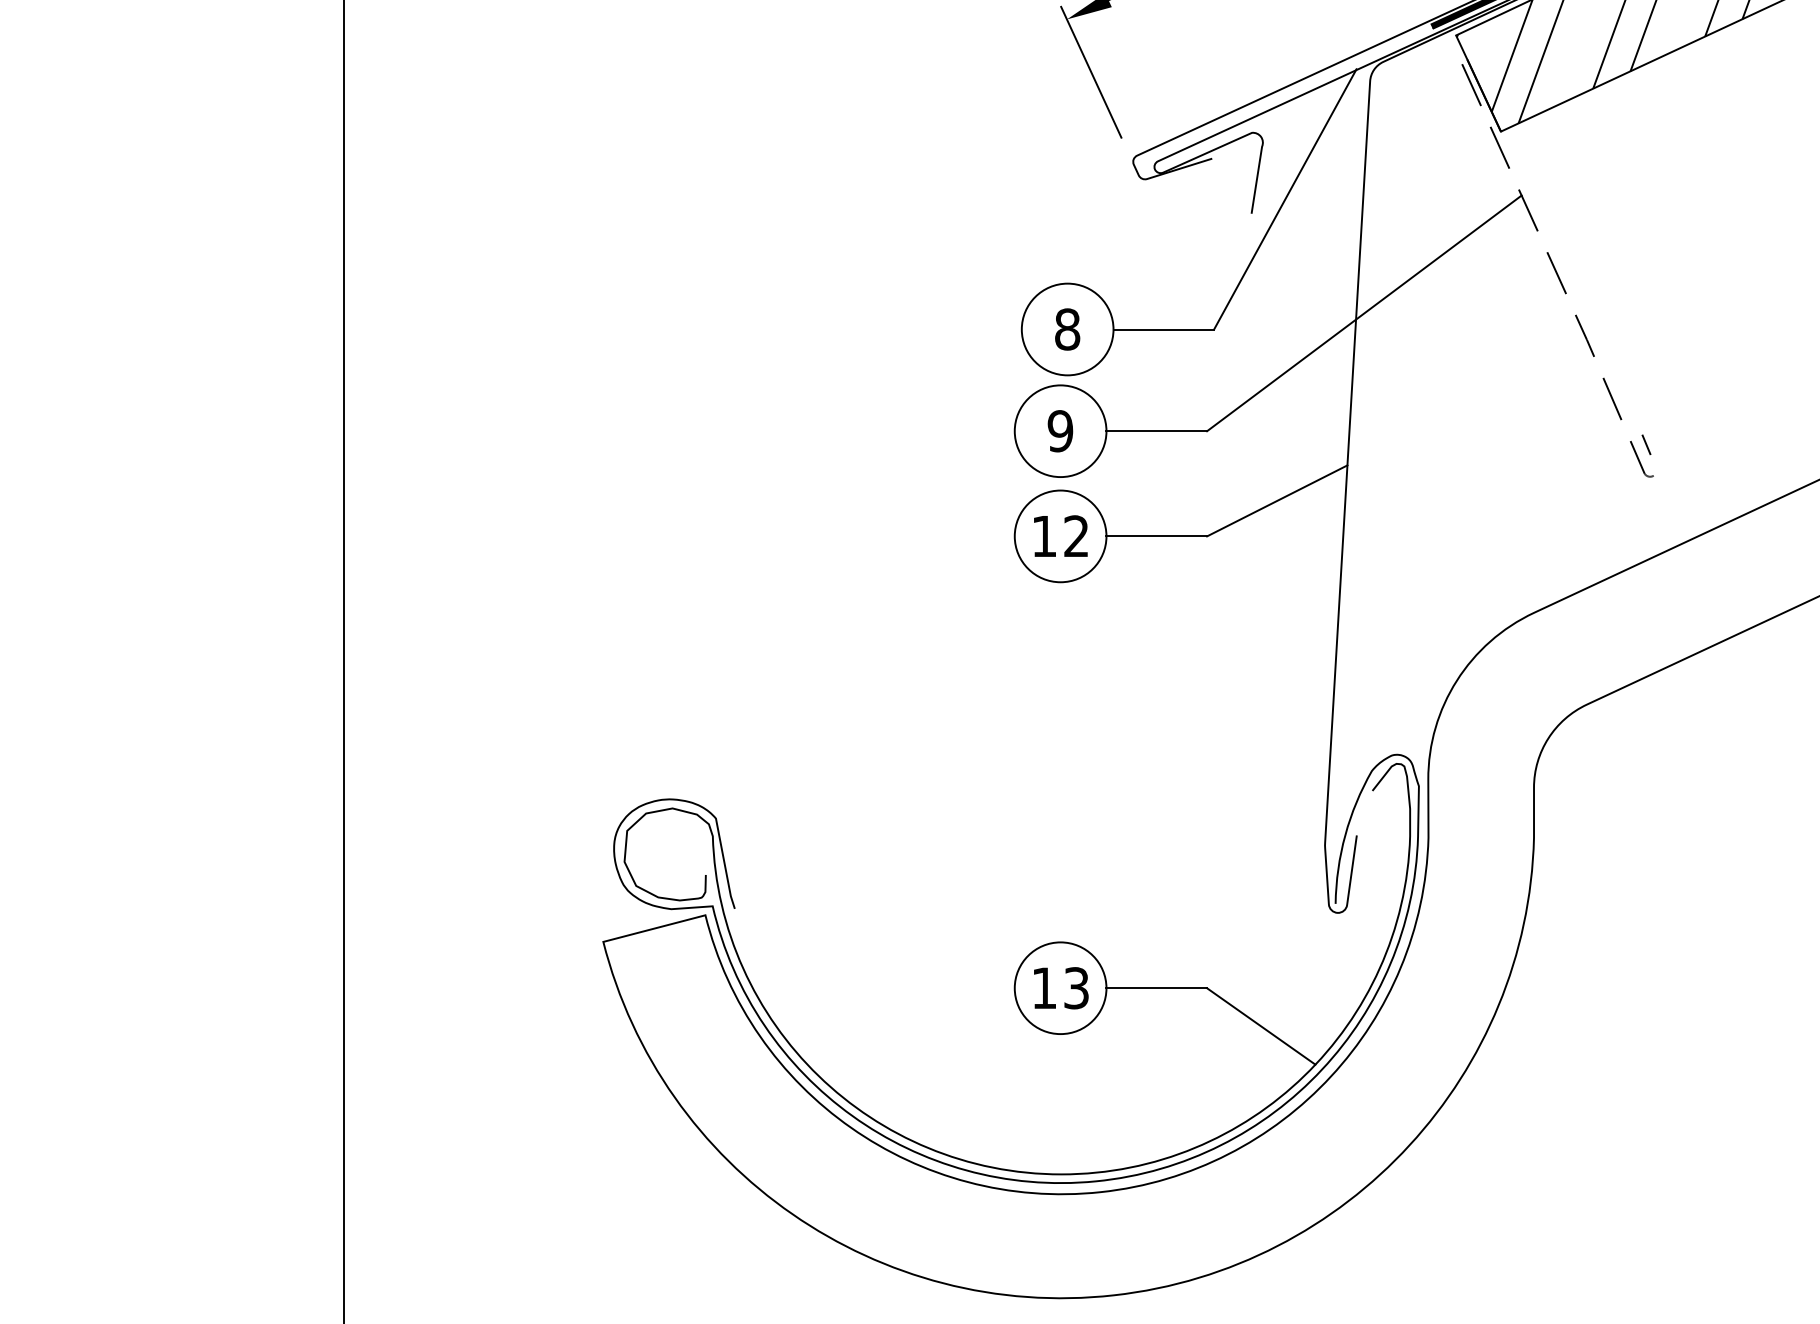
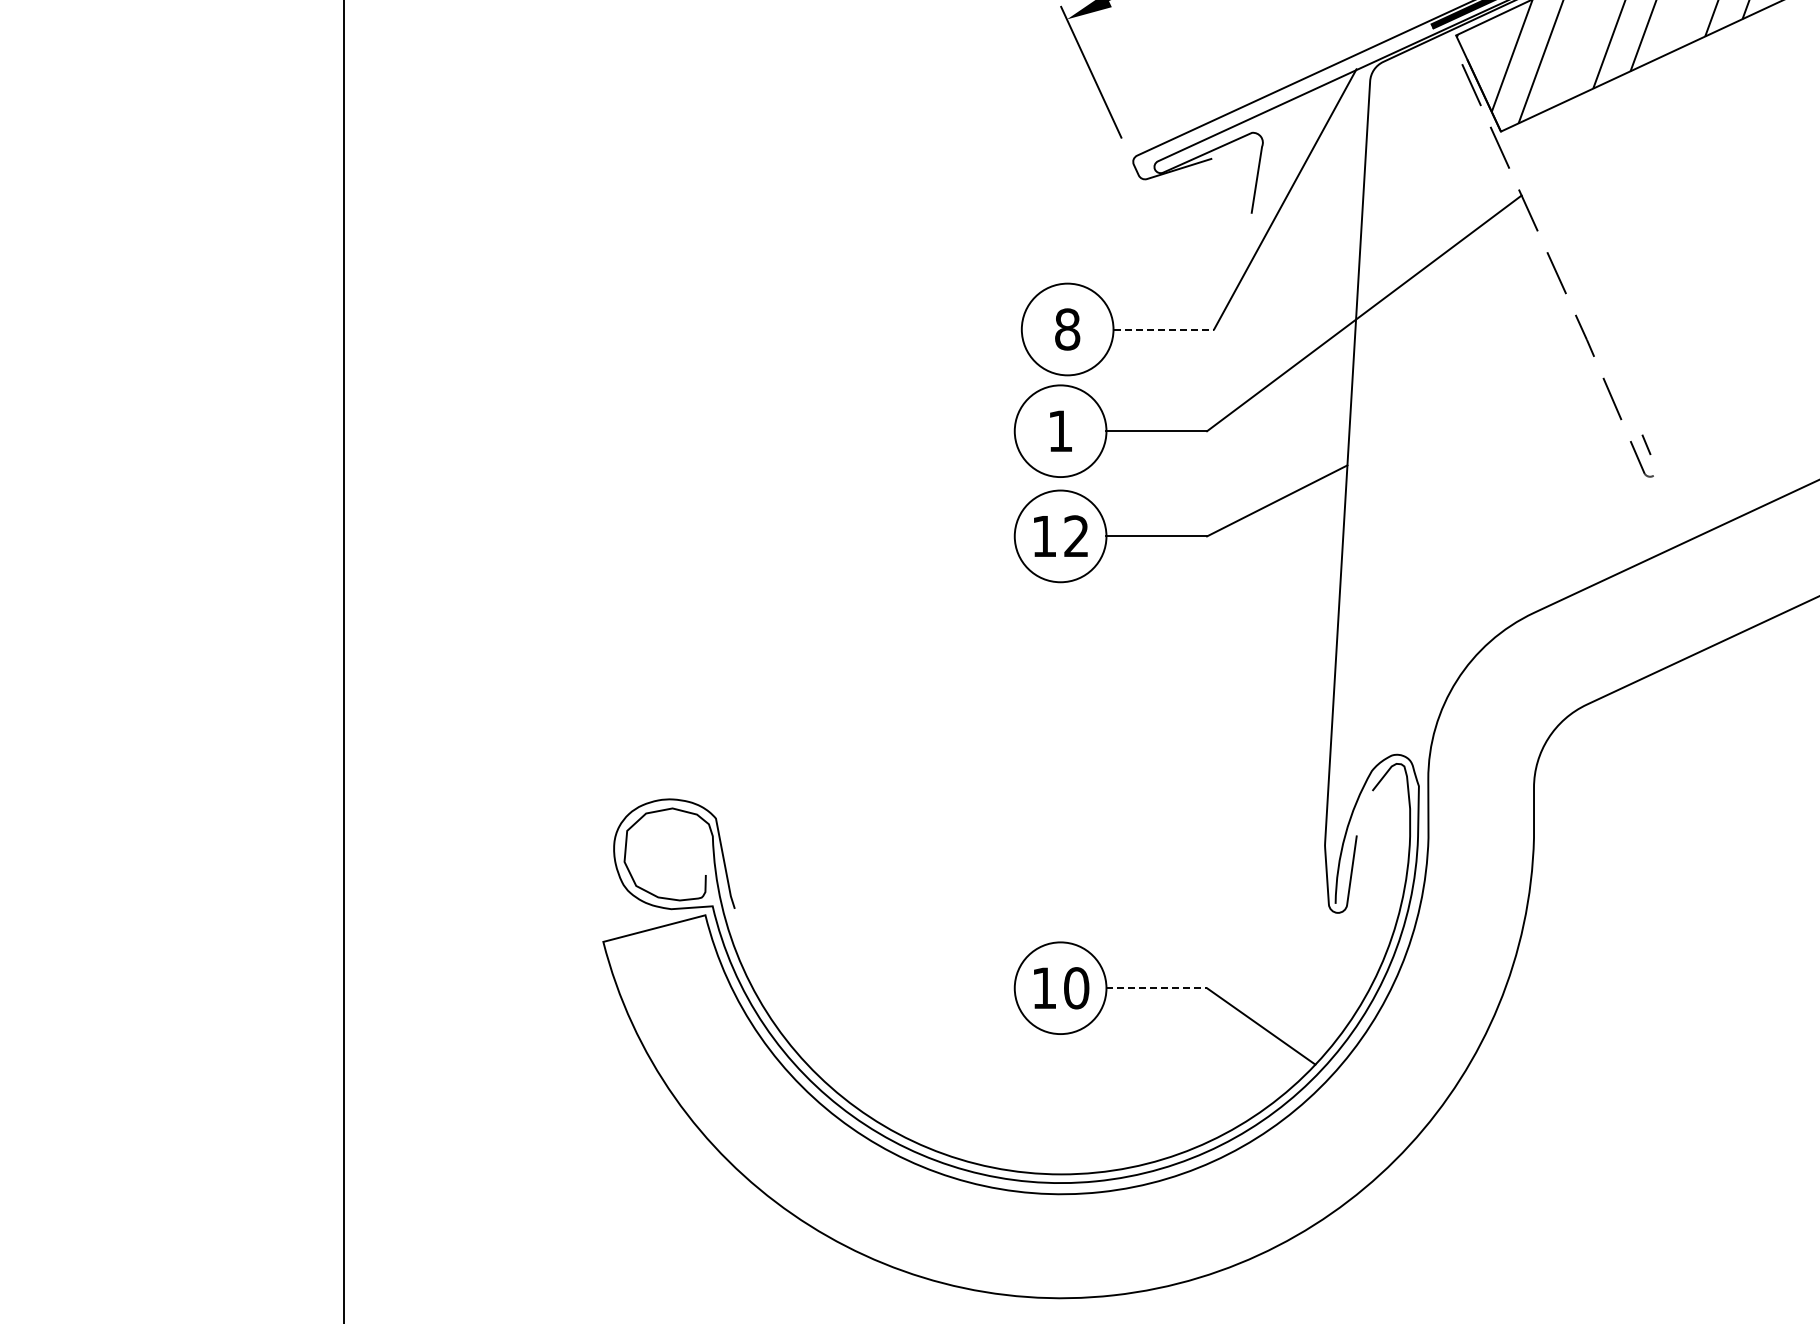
line at (1164, 329): solid -> dashed
text at (1060, 431): 9 -> 1
text at (1076, 988): 13 -> 10
line at (1157, 988): solid -> dashed
